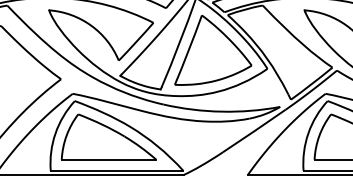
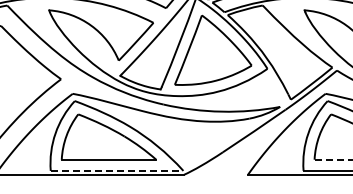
line at (333, 159): solid -> dashed
line at (117, 170): solid -> dashed
